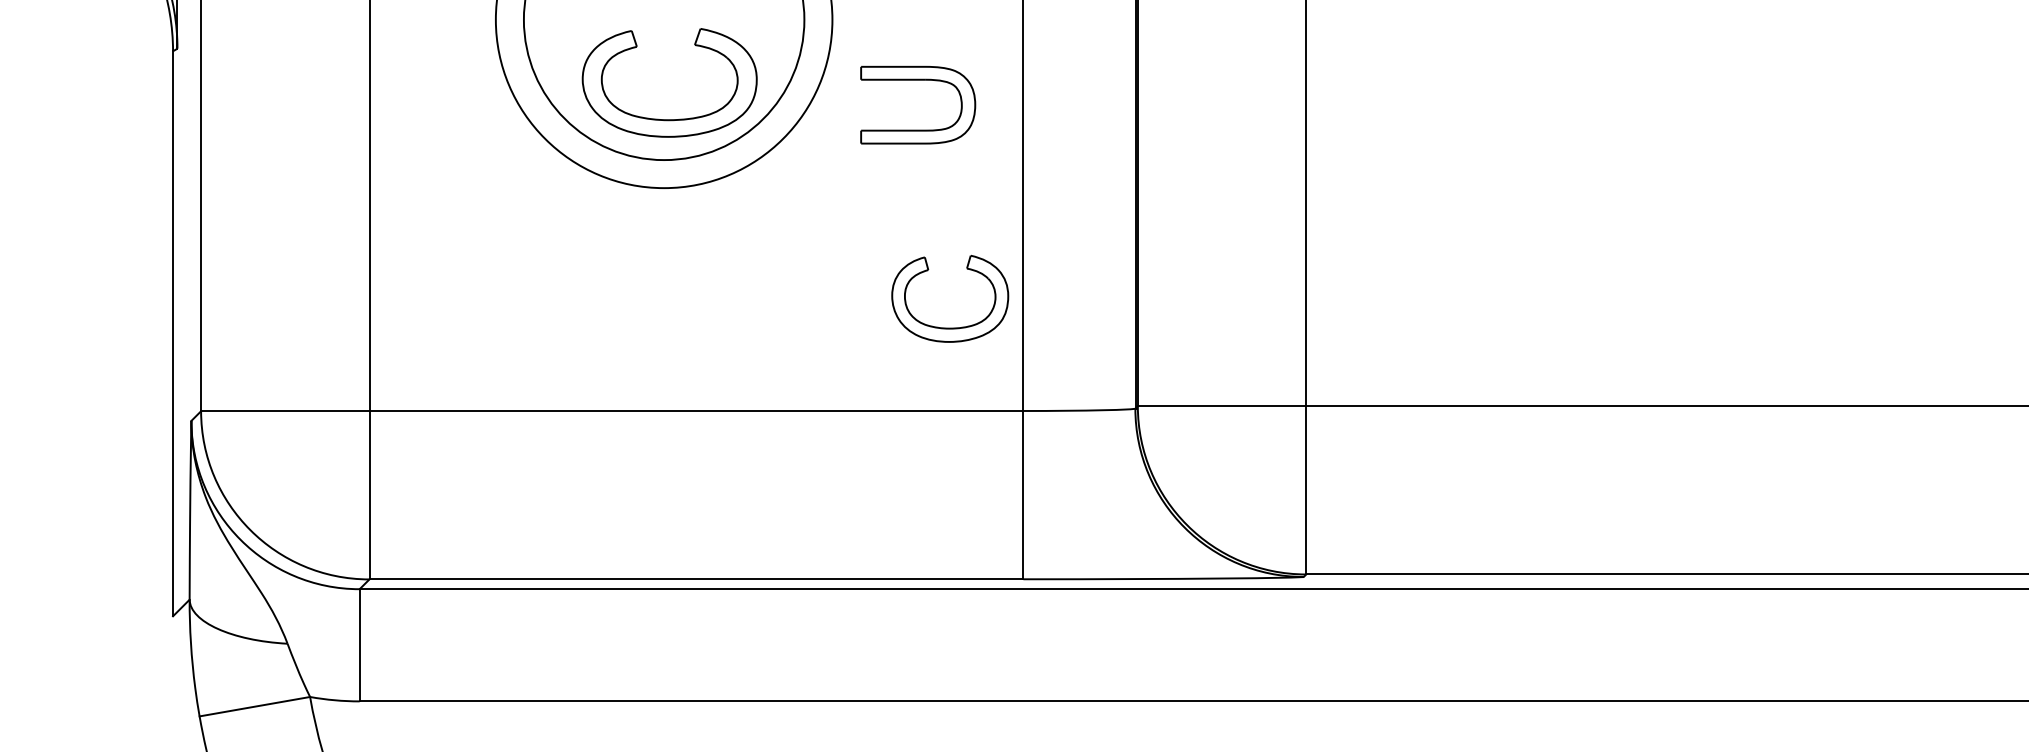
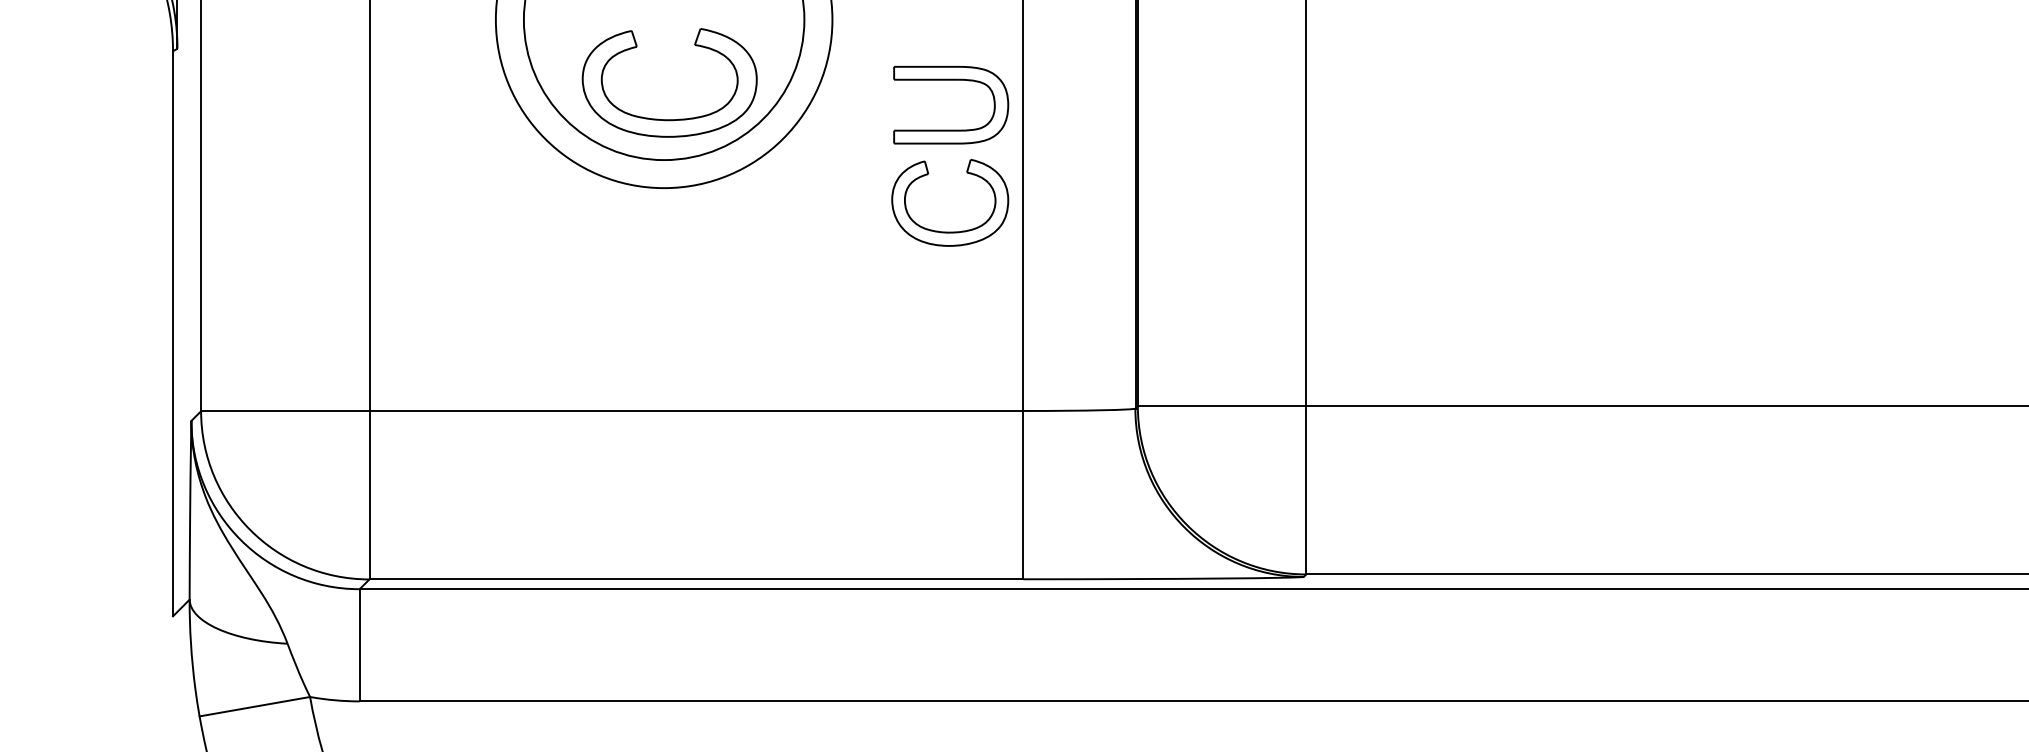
part at (918, 80) position: (918, 80) -> (951, 80)
part at (950, 327) position: (950, 327) -> (950, 231)
